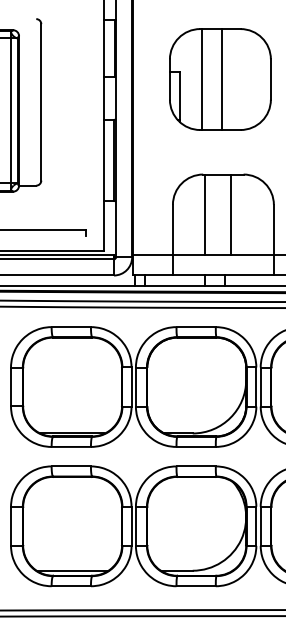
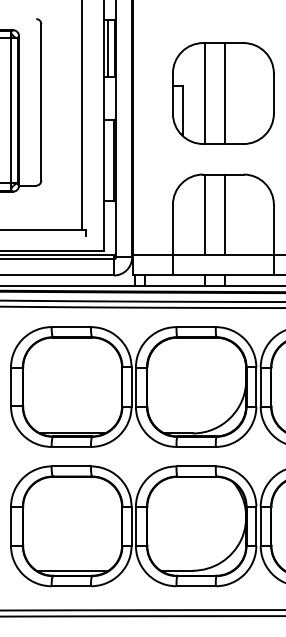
line at (107, 48): none -> present
part at (220, 79) position: (220, 79) -> (223, 93)
line at (81, 116): none -> present
line at (231, 214) position: (231, 214) -> (225, 214)
